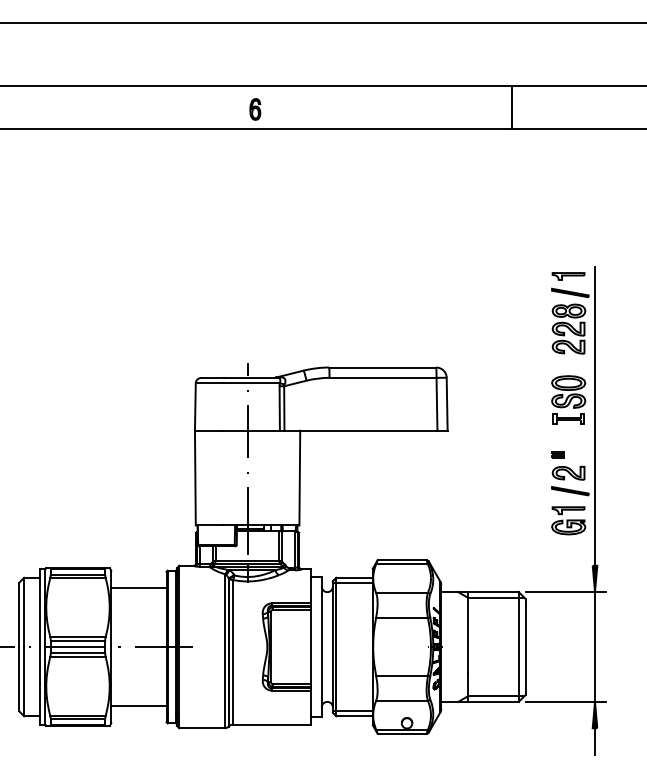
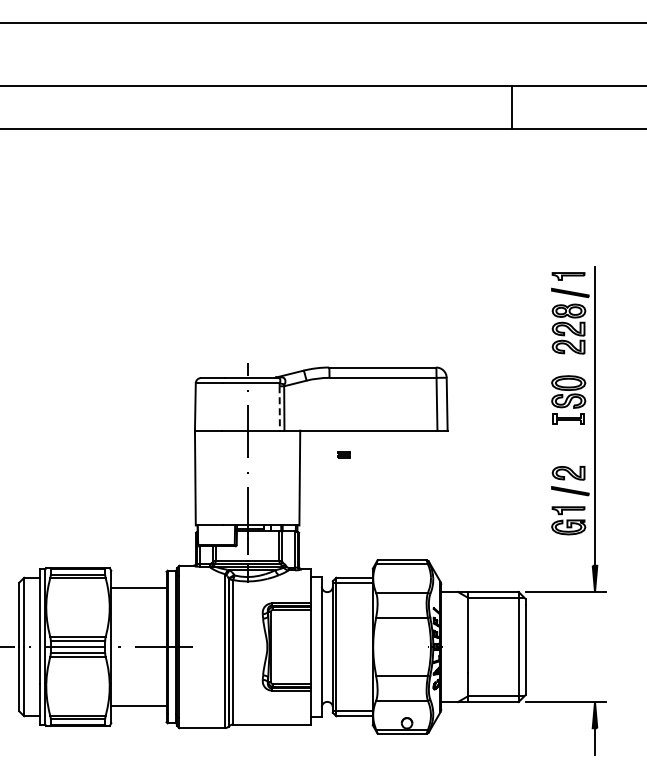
part at (255, 109): present -> none
line at (279, 408): solid -> dashed
part at (557, 454) position: (557, 454) -> (343, 454)
line at (595, 647): present -> none
